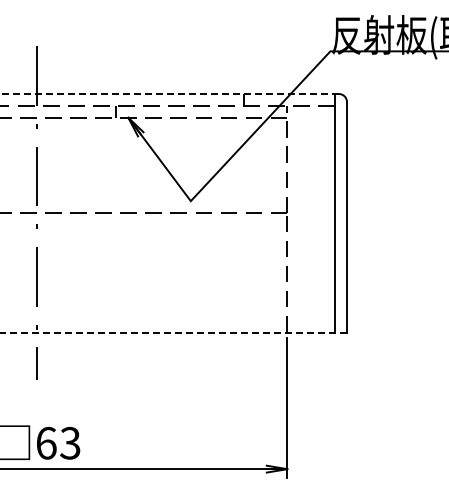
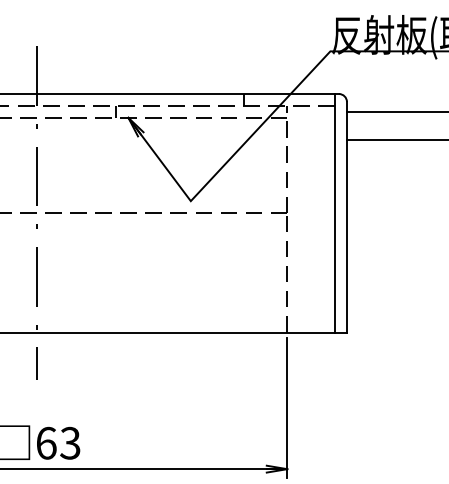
line at (169, 94): dashed -> solid
line at (395, 111): none -> present
line at (395, 139): none -> present
line at (173, 332): dashed -> solid
